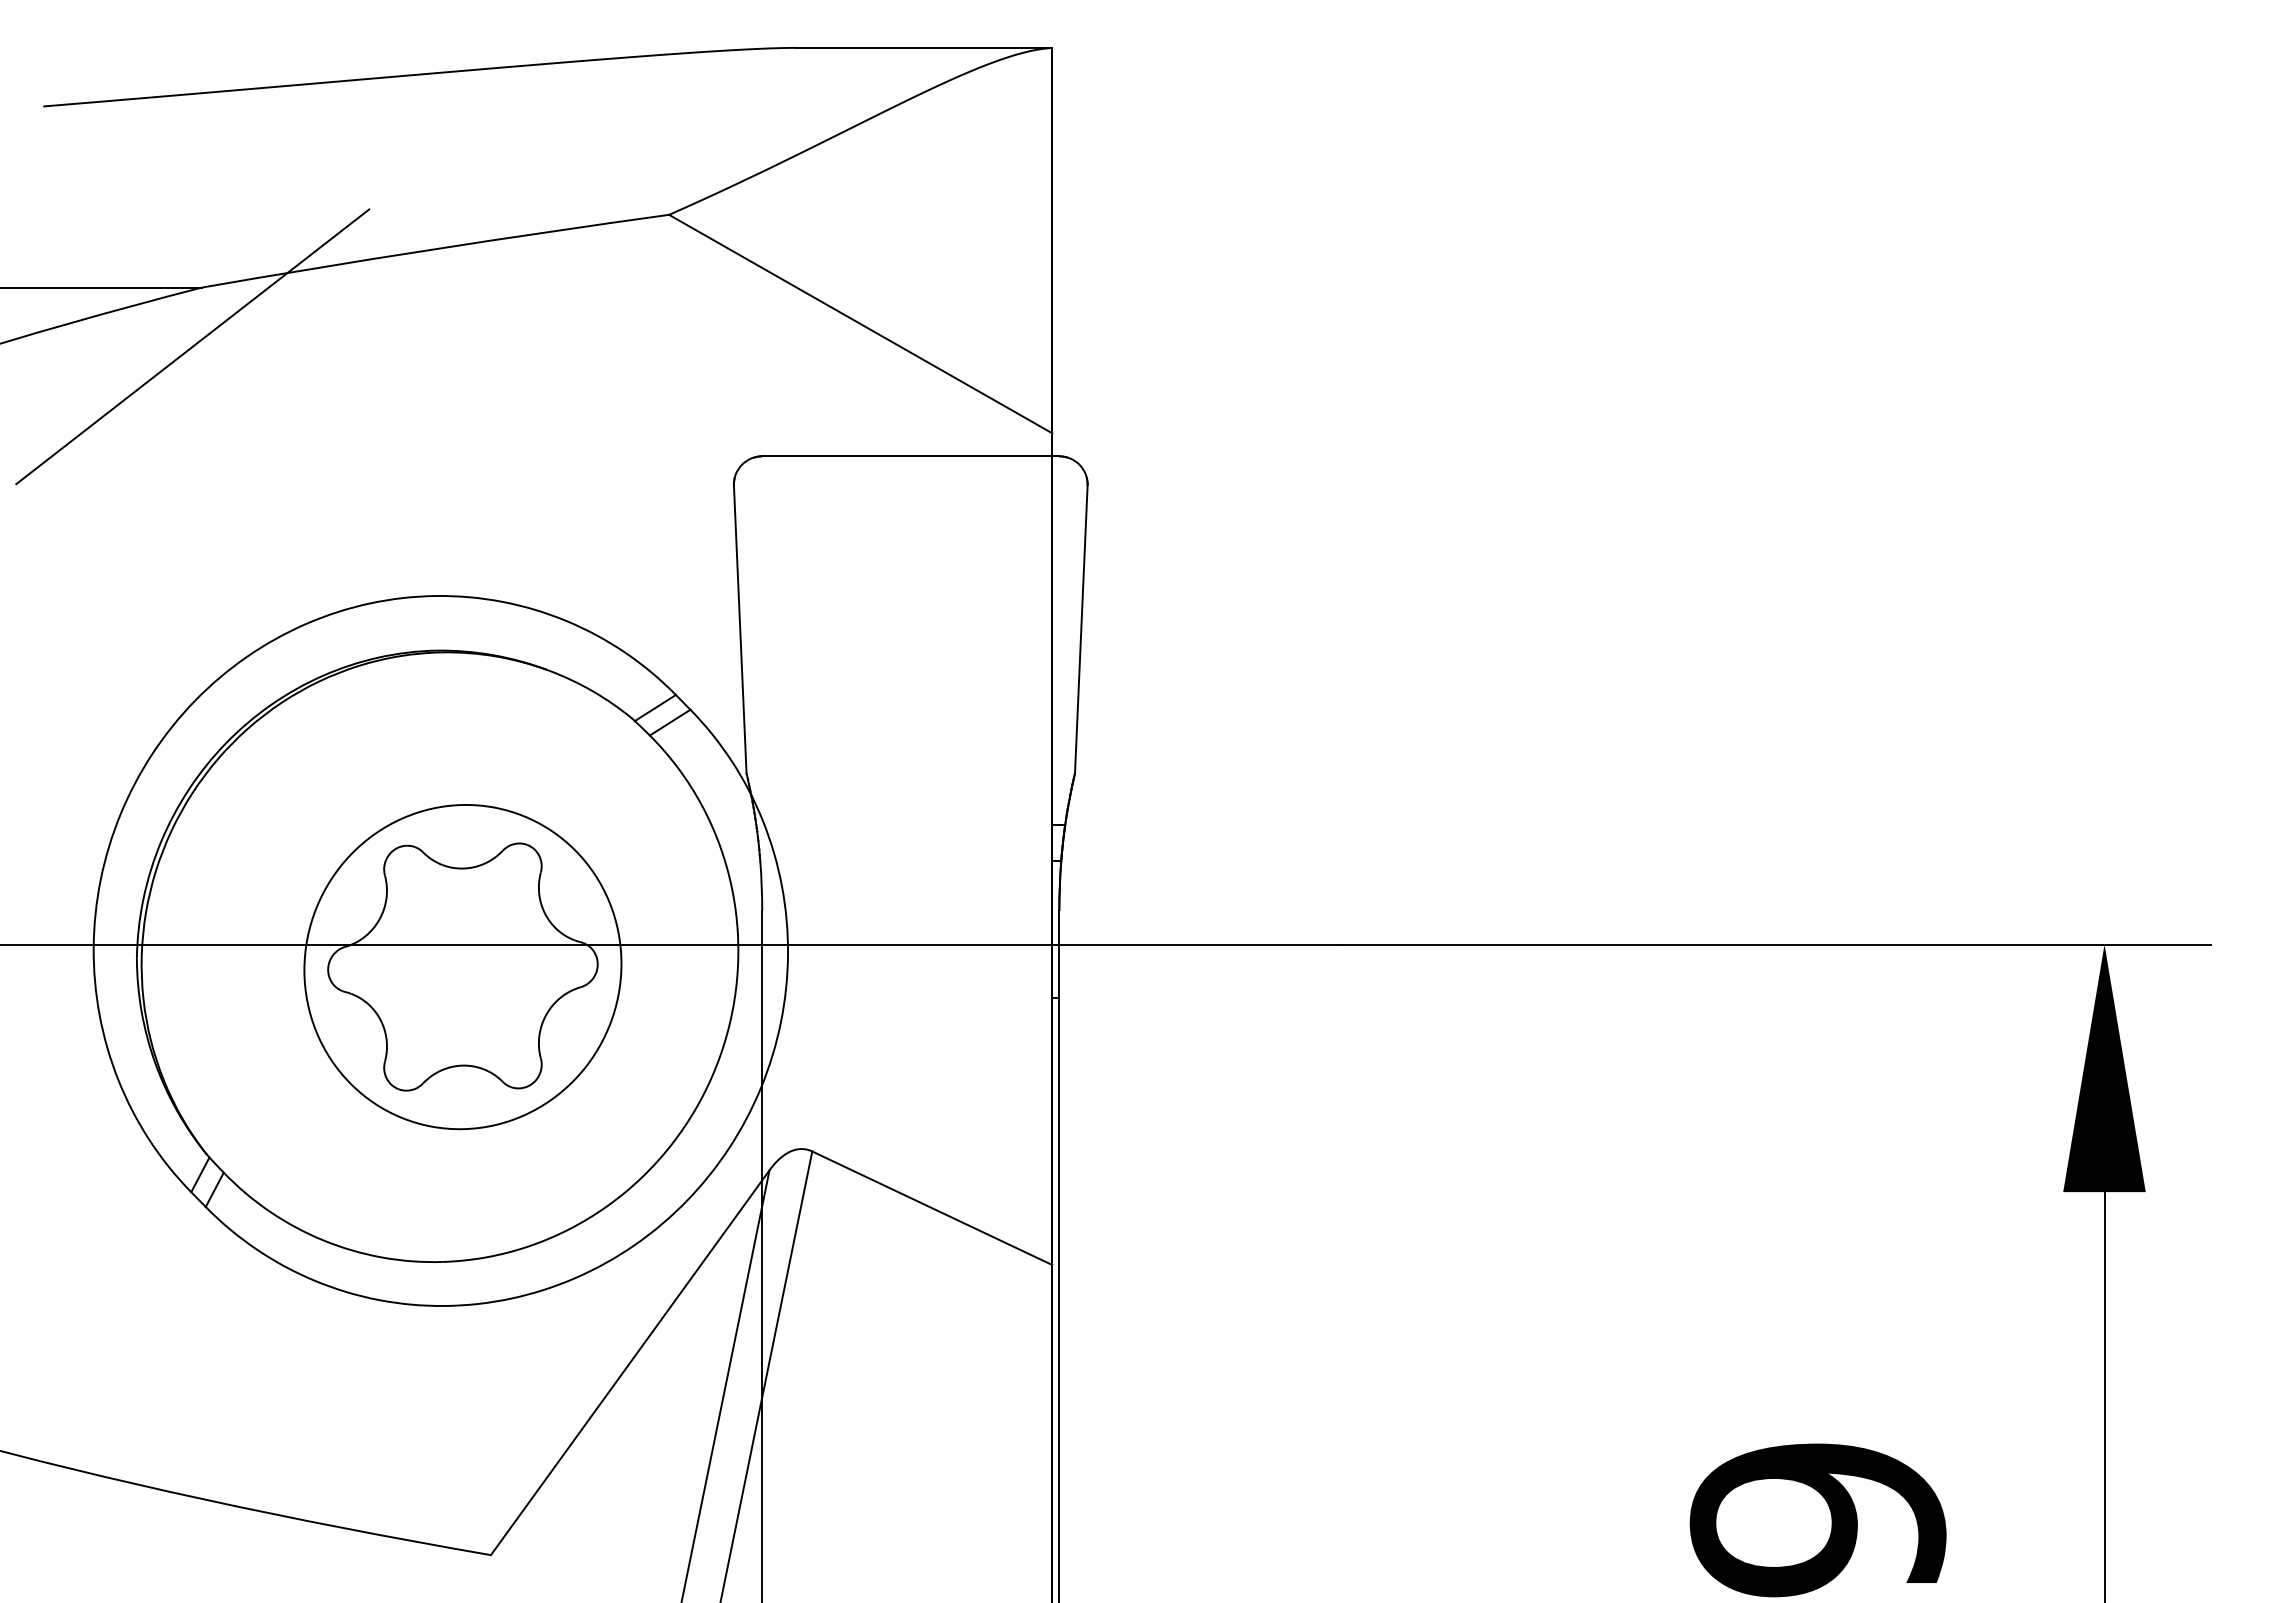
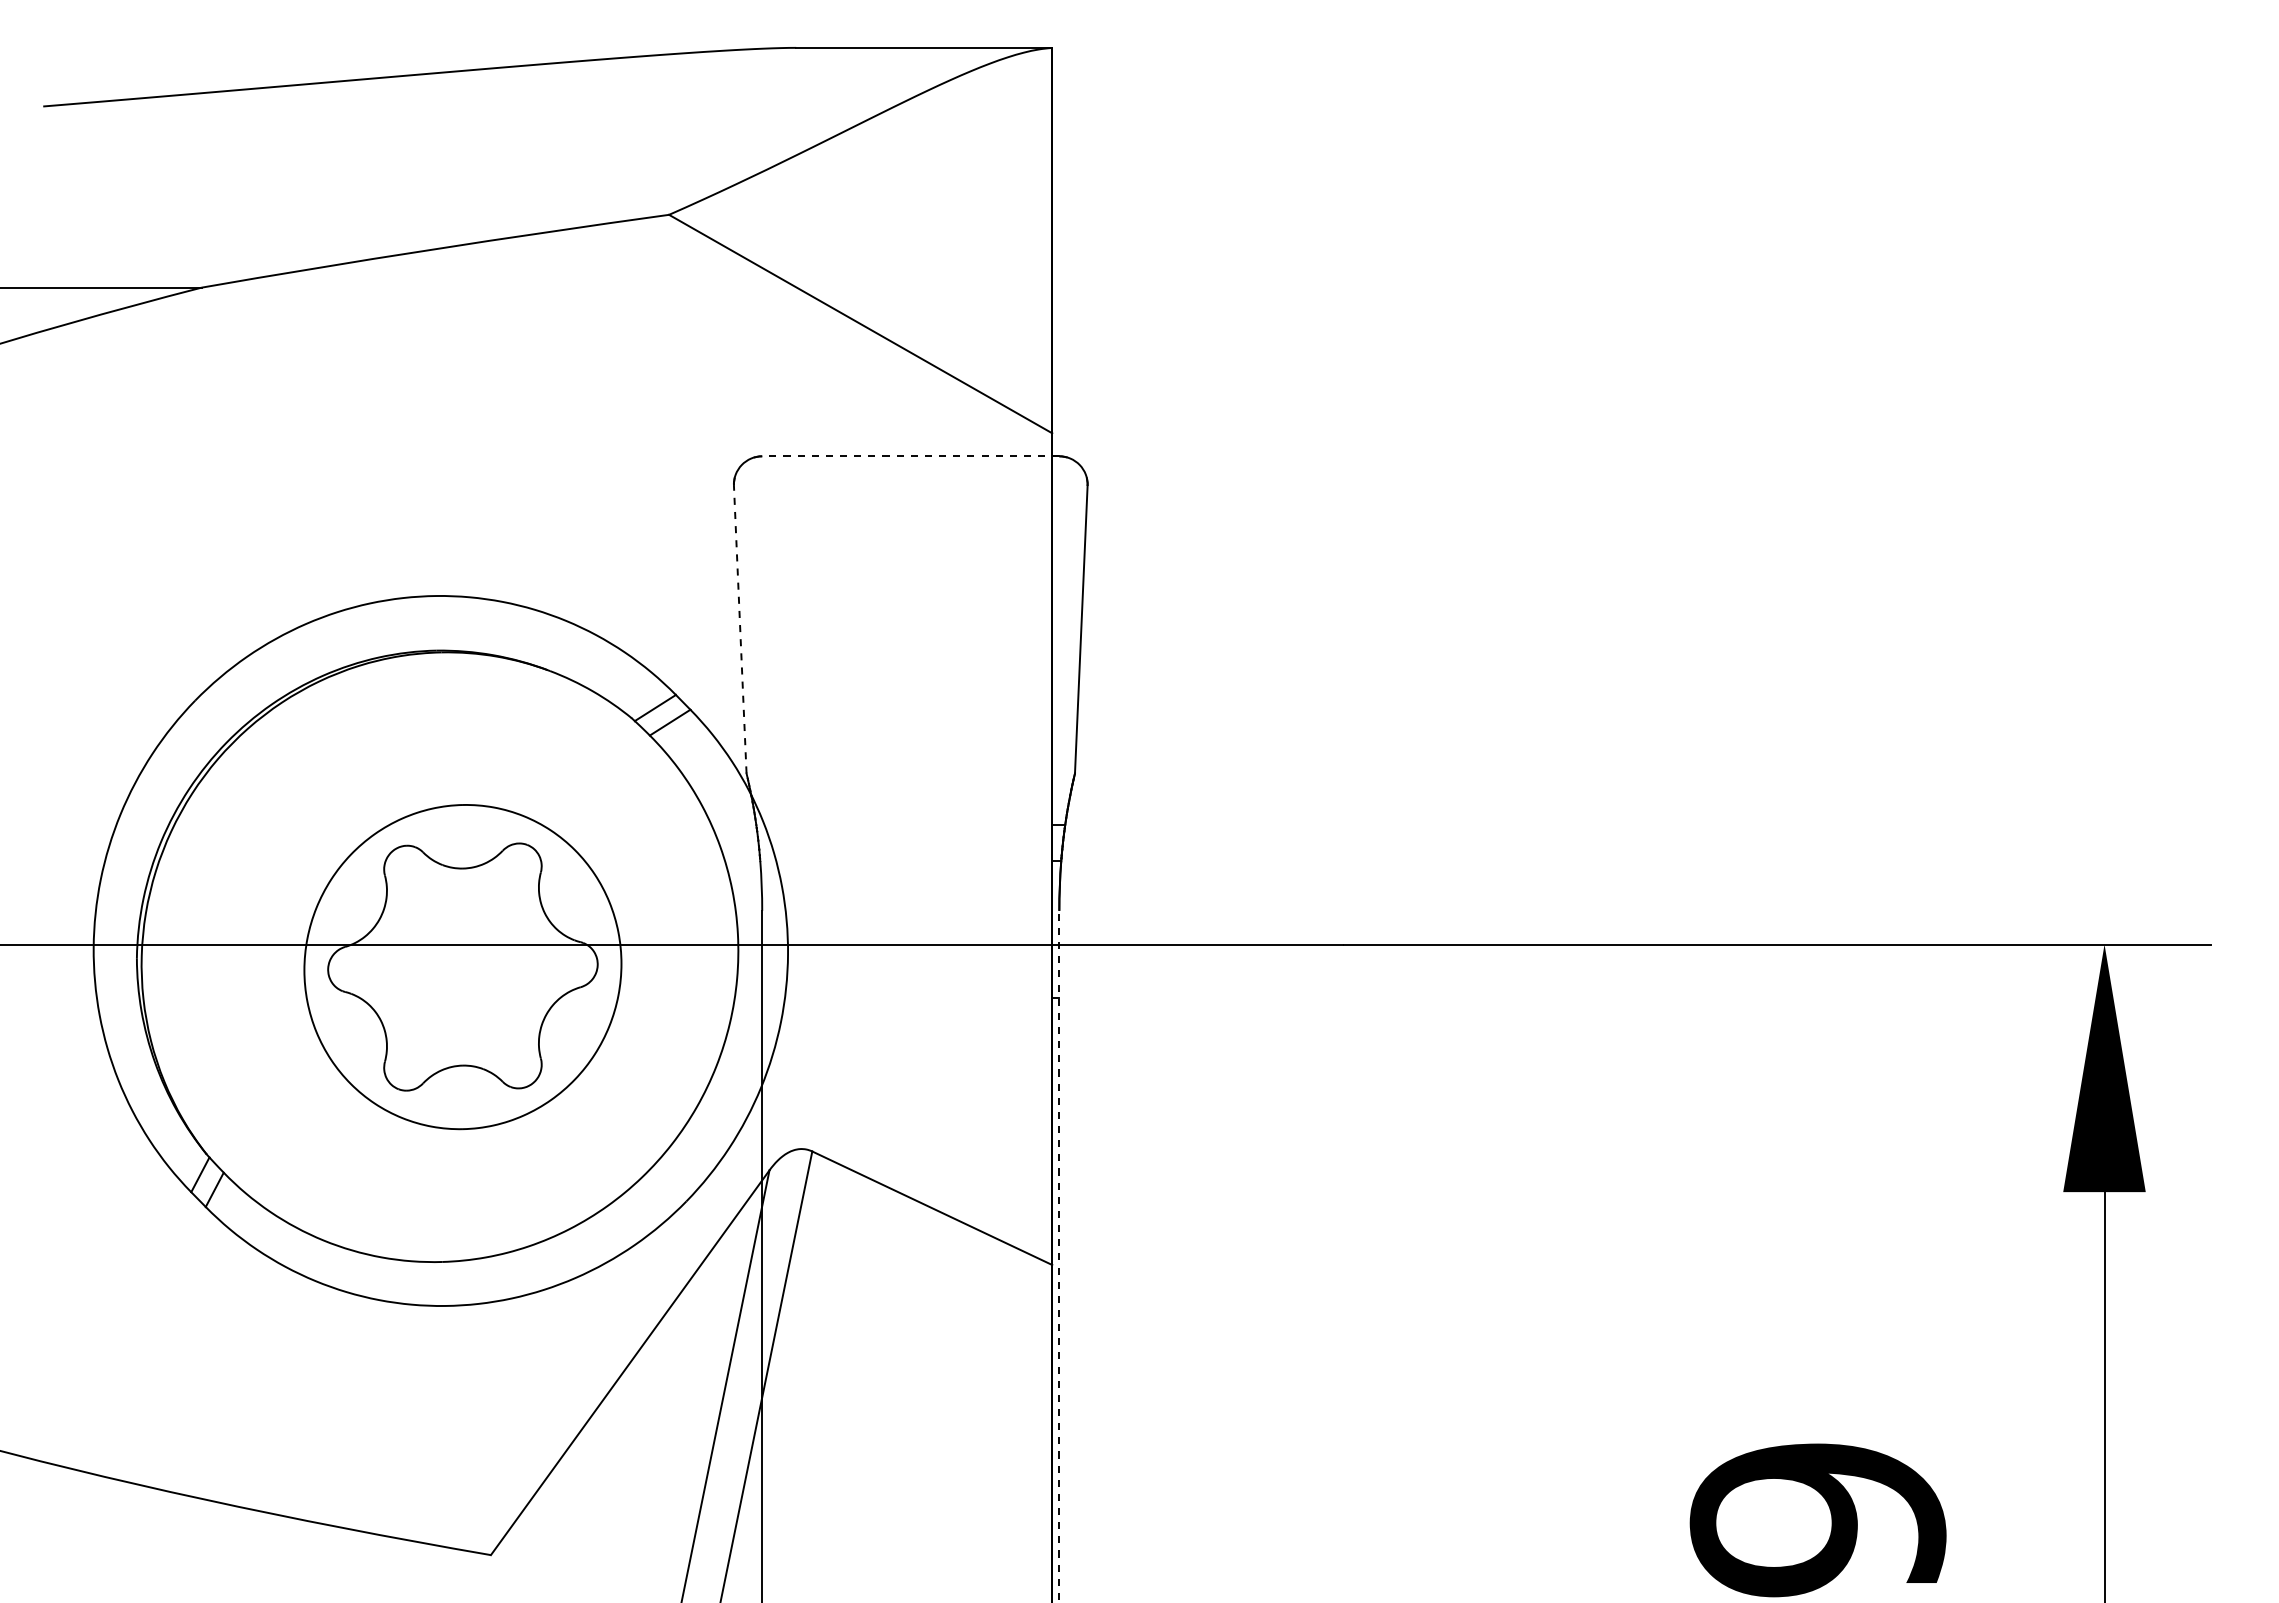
line at (186, 351): present -> none
line at (910, 456): solid -> dashed
line at (740, 629): solid -> dashed
line at (1059, 1256): solid -> dashed
